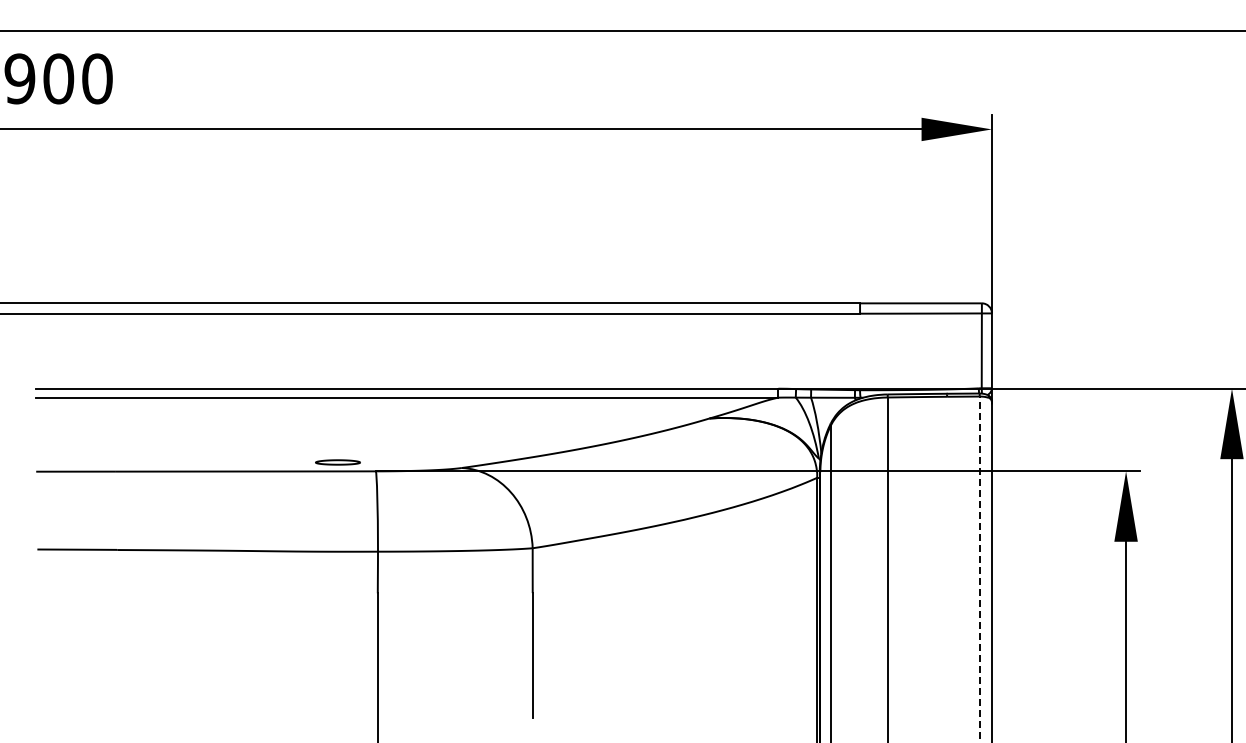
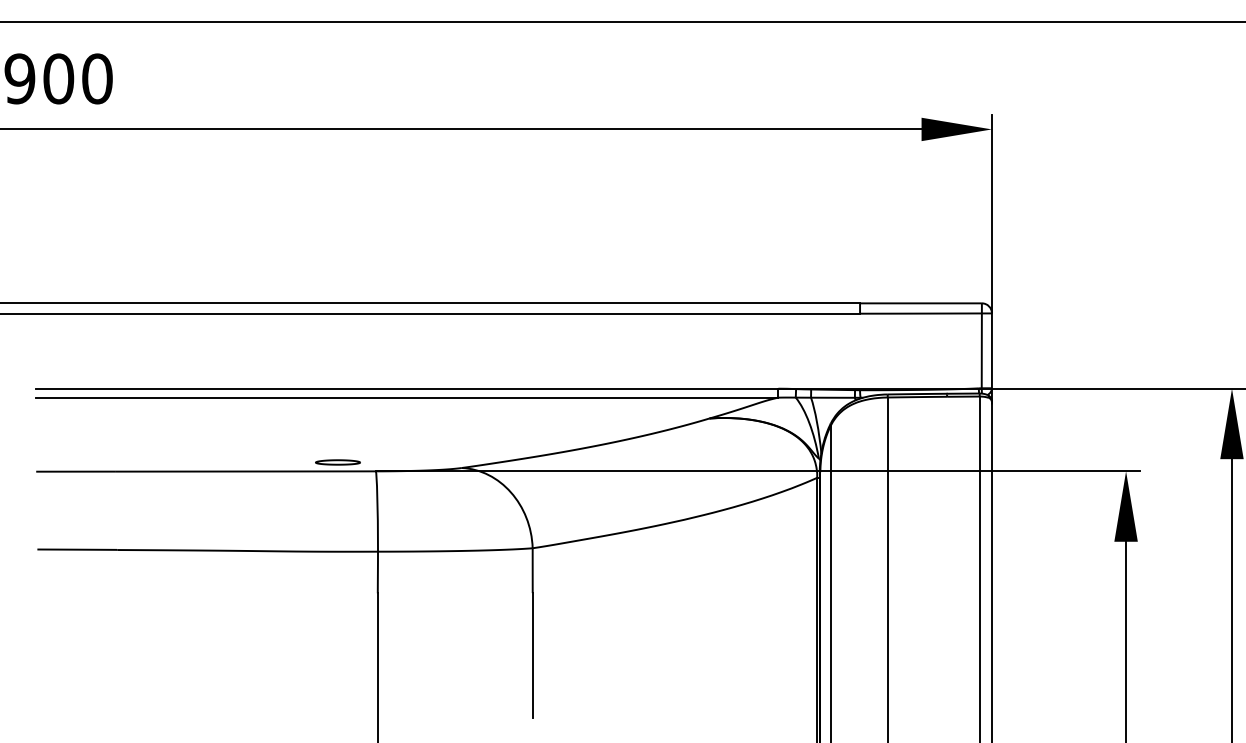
line at (622, 31) position: (622, 31) -> (622, 22)
line at (979, 569): dashed -> solid
